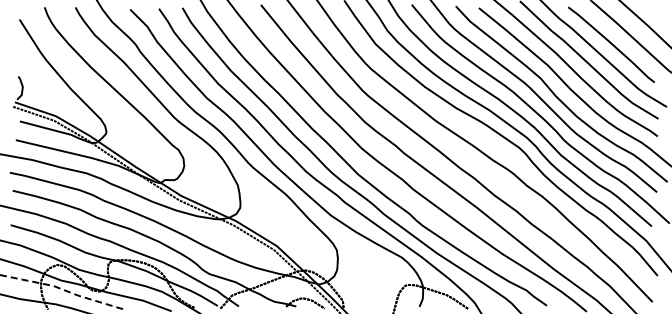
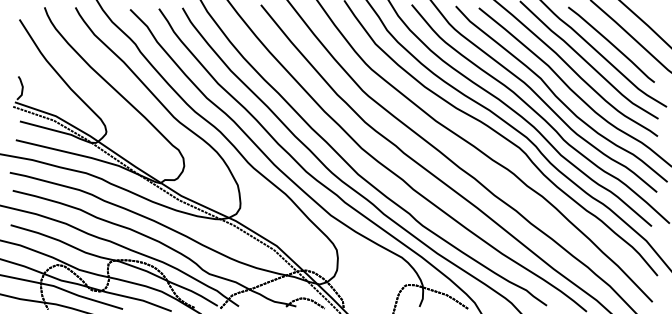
line at (62, 289): dashed -> solid
